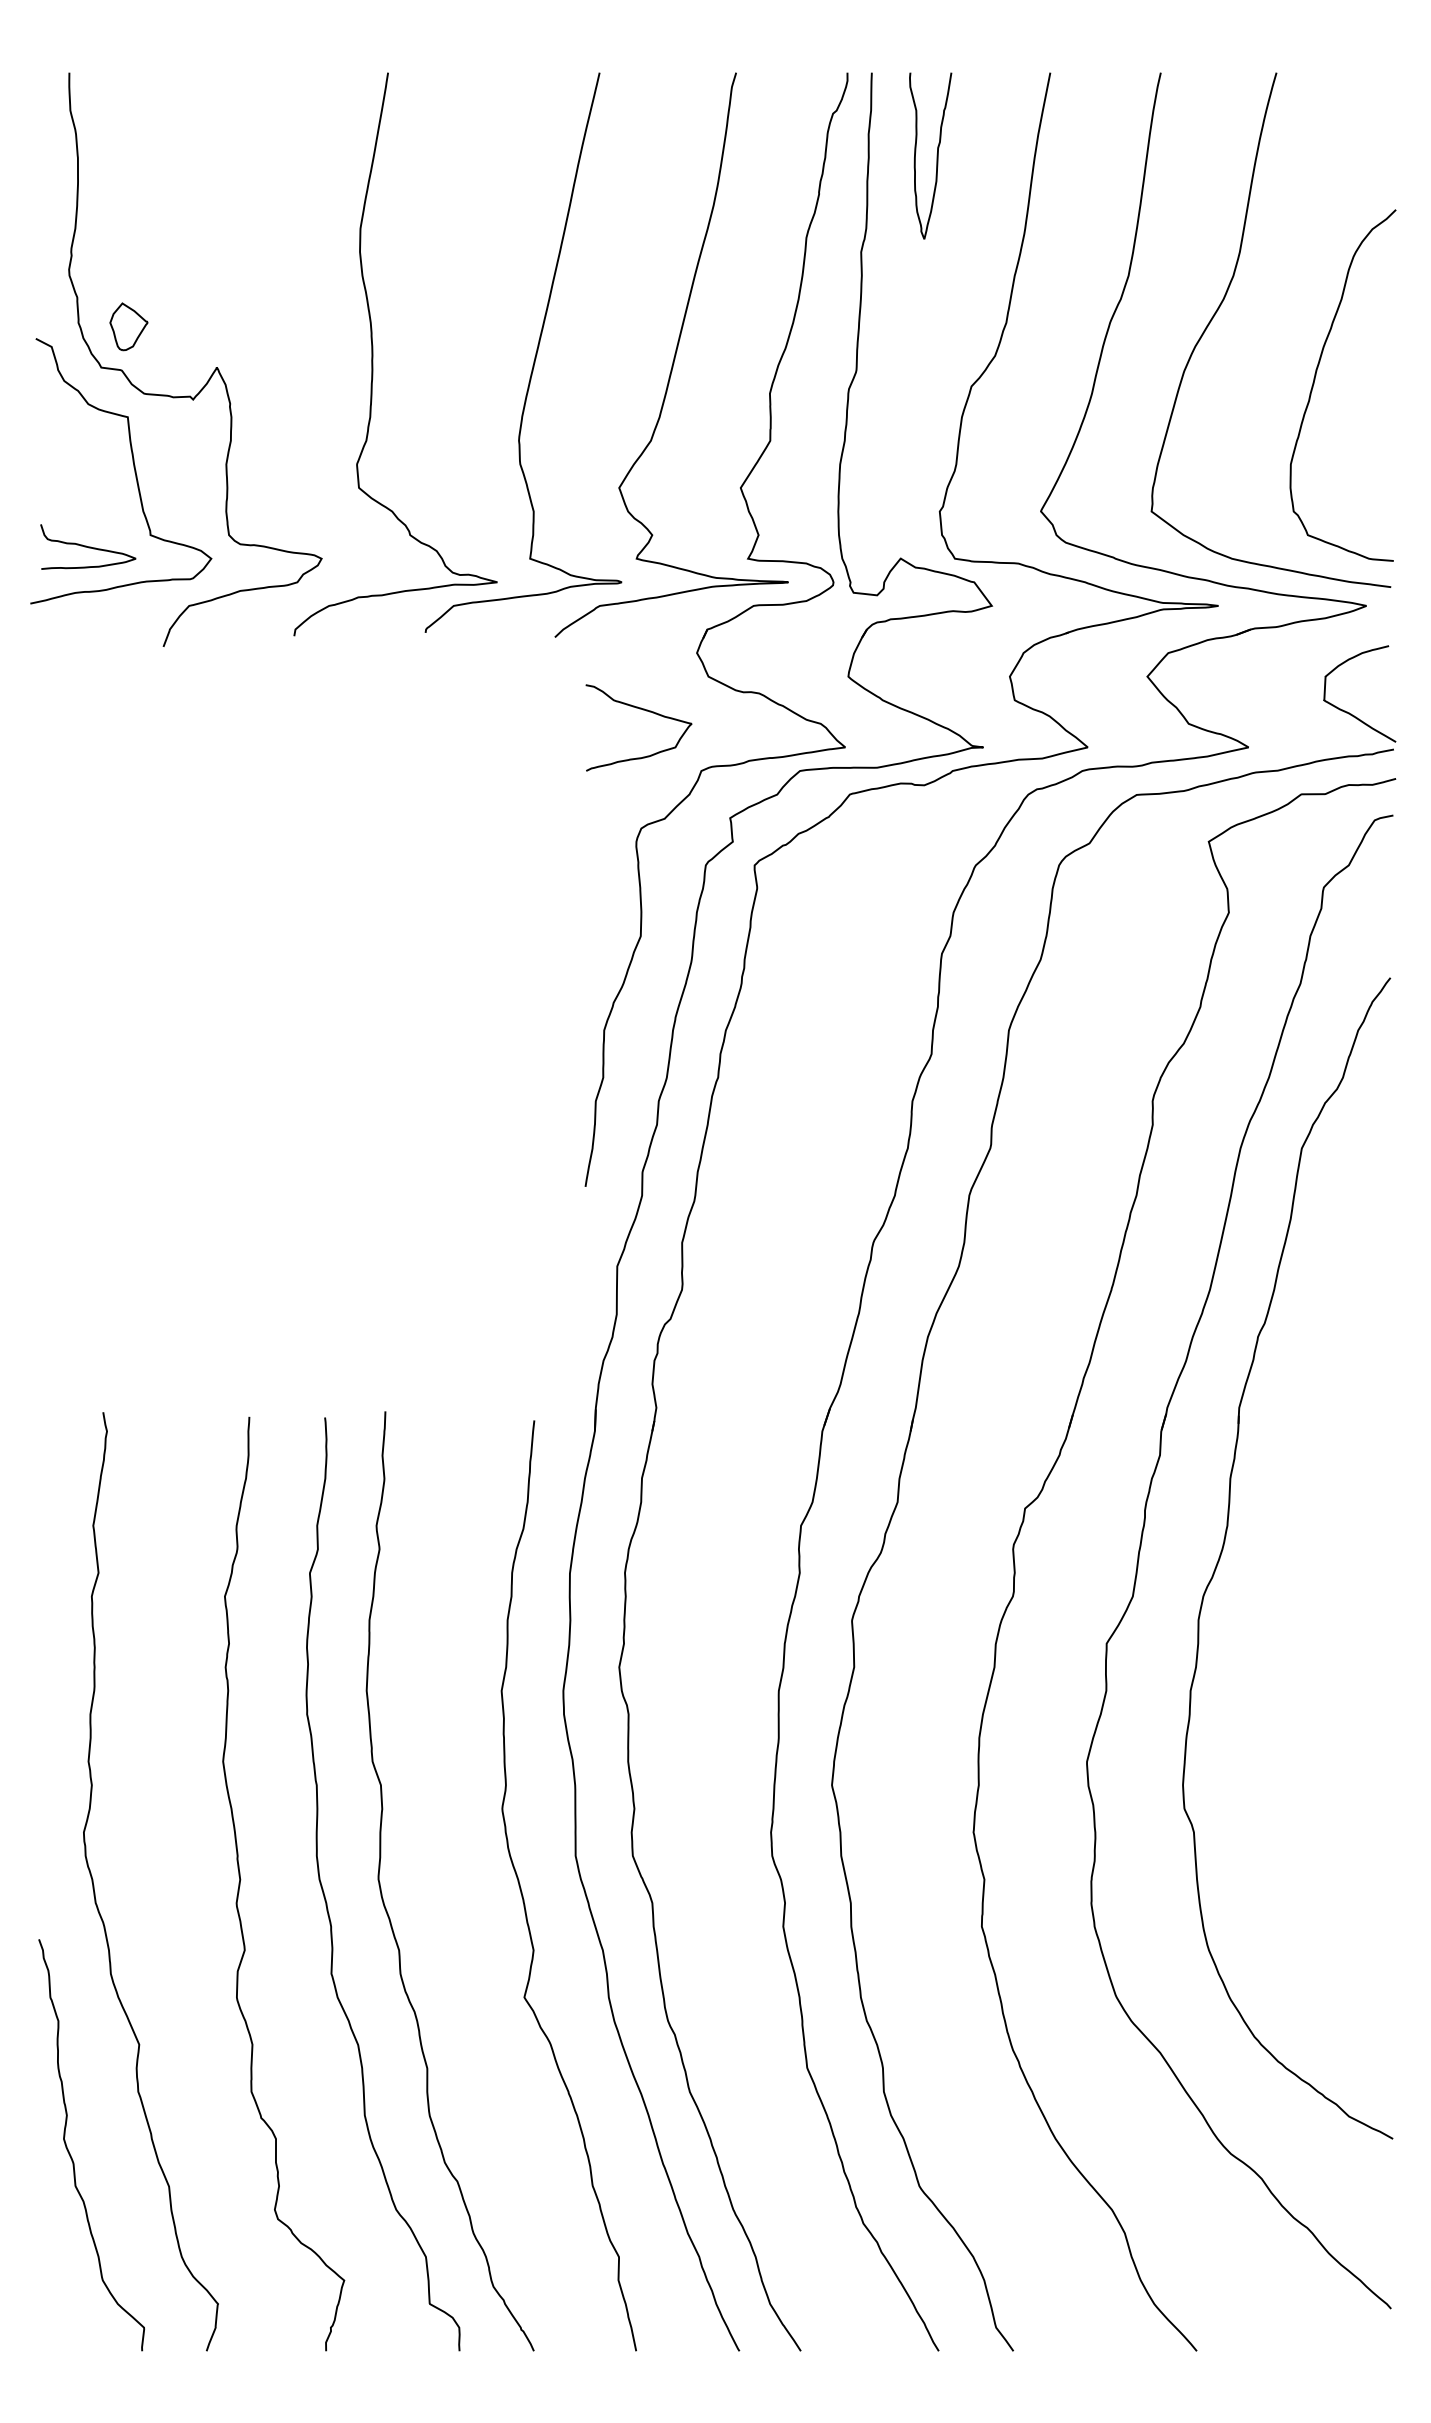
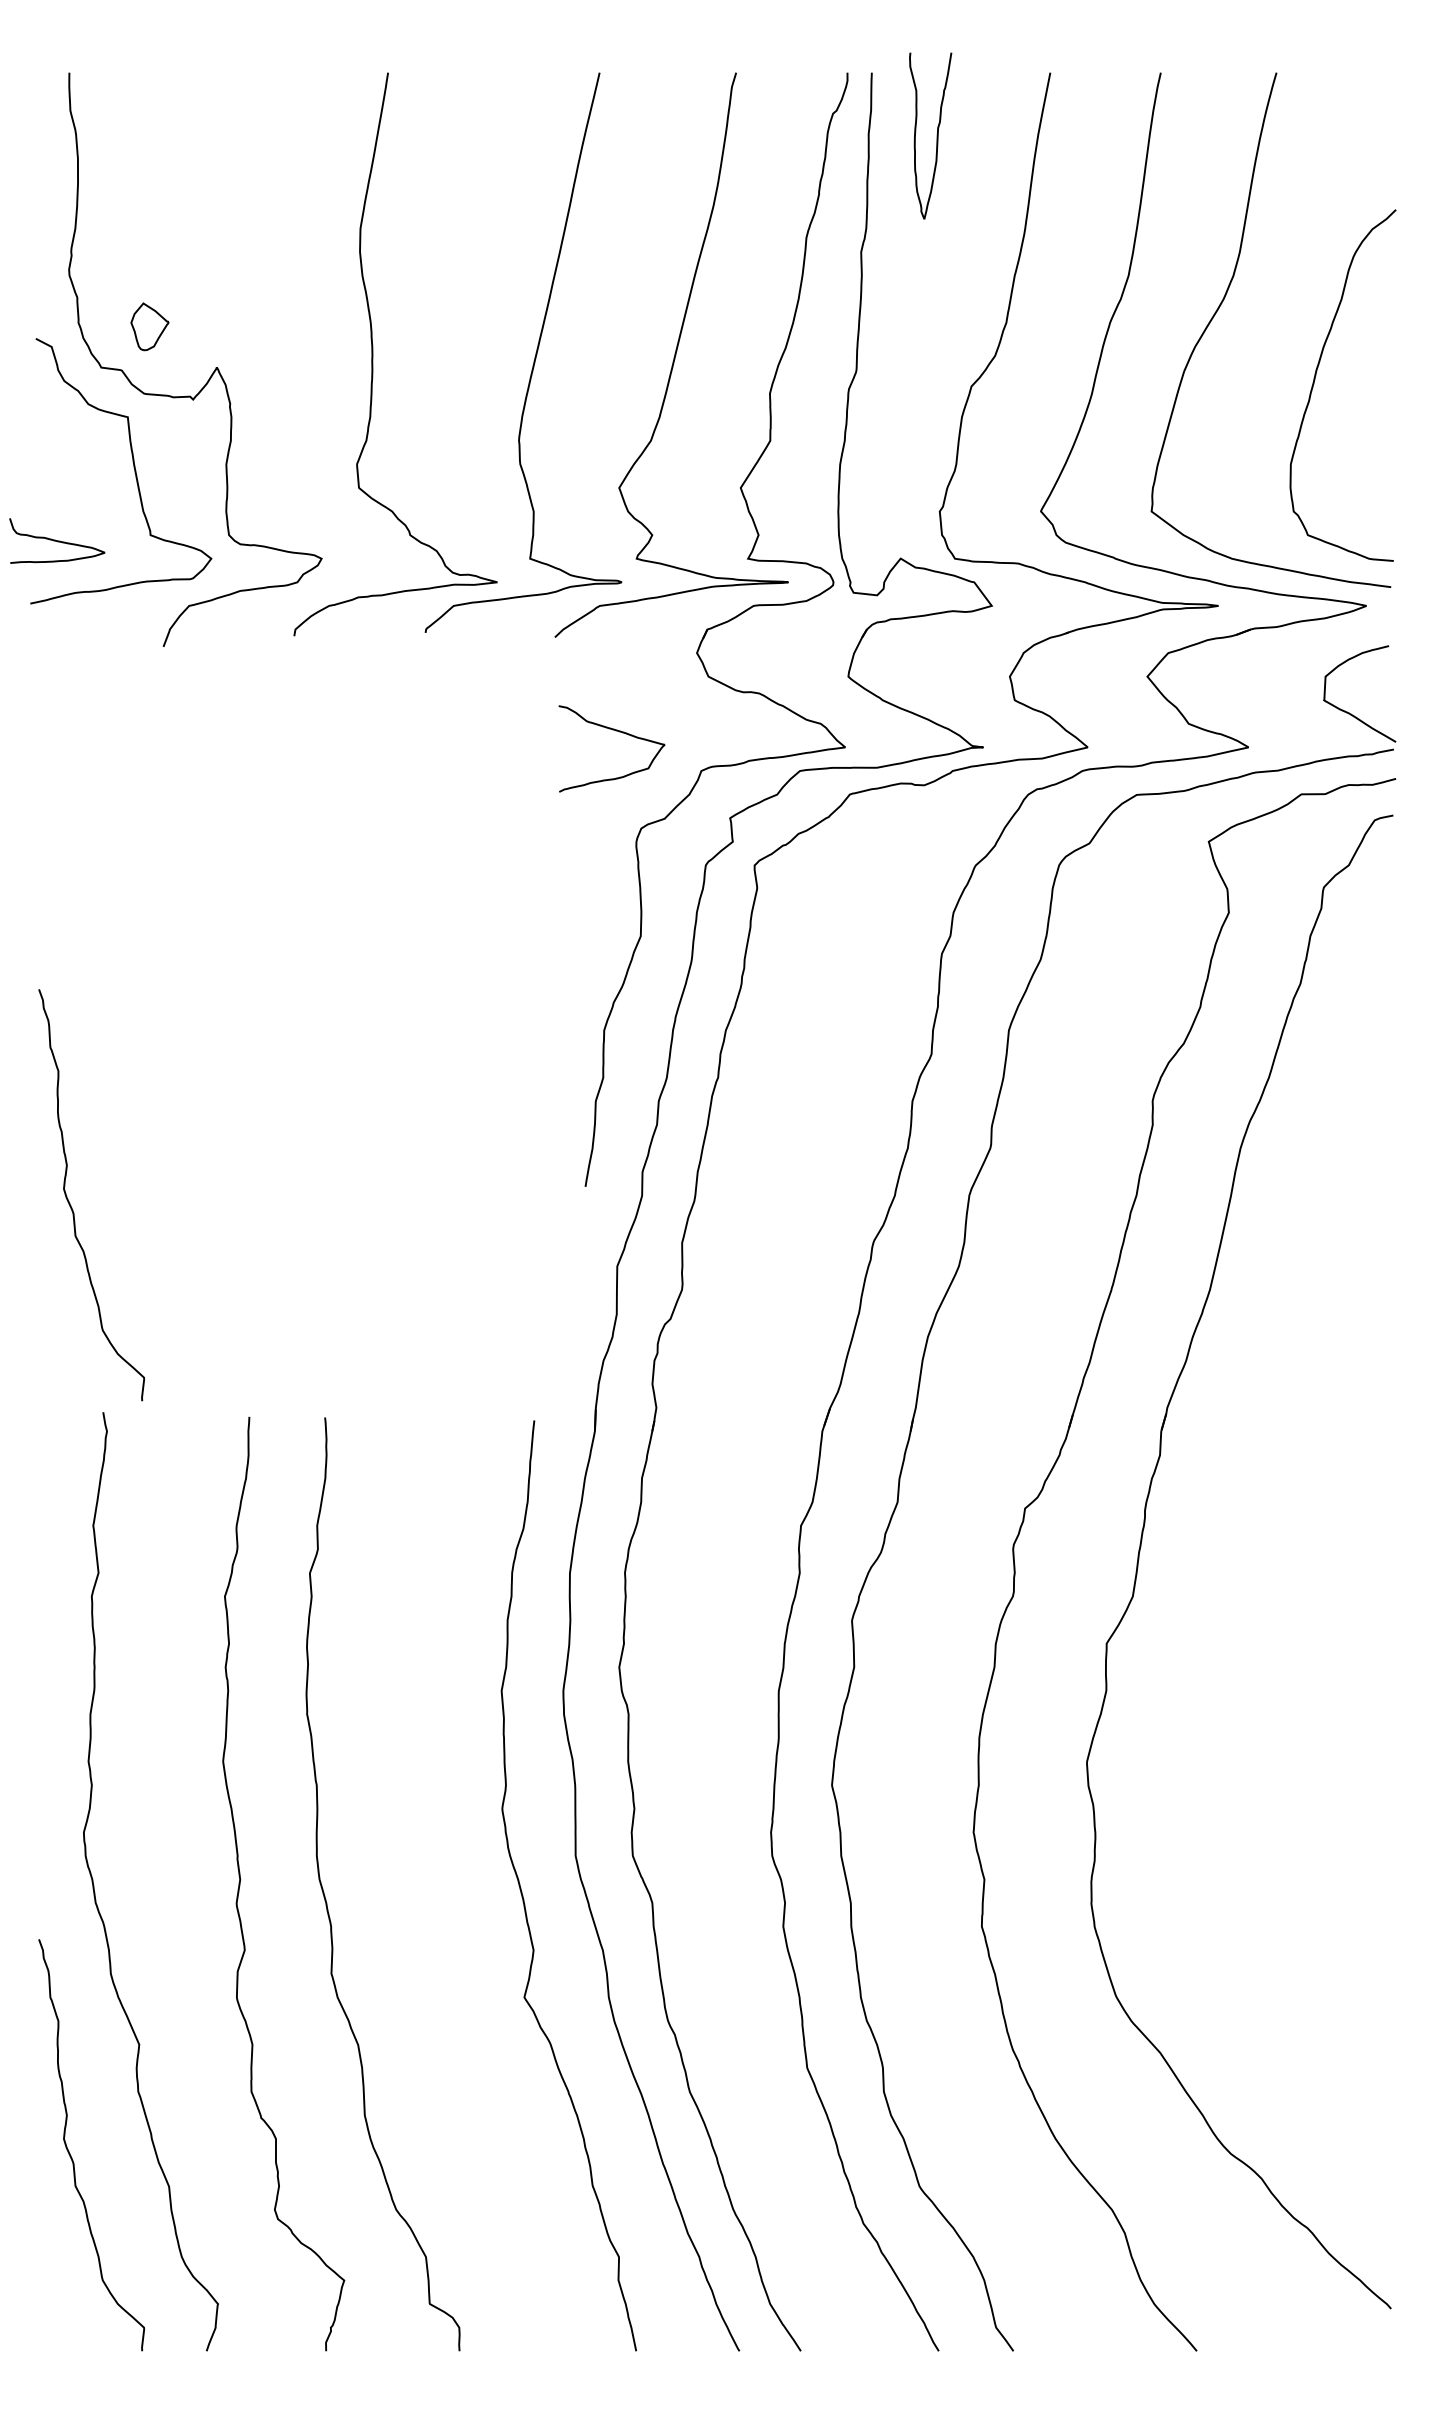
curve at (936, 155) position: (936, 155) -> (936, 135)
part at (128, 326) position: (128, 326) -> (149, 326)
curve at (88, 546) position: (88, 546) -> (57, 540)
curve at (643, 710) position: (643, 710) -> (616, 731)
curve at (71, 1205): none -> present
part at (1225, 1542): present -> none
curve at (384, 1901): present -> none
